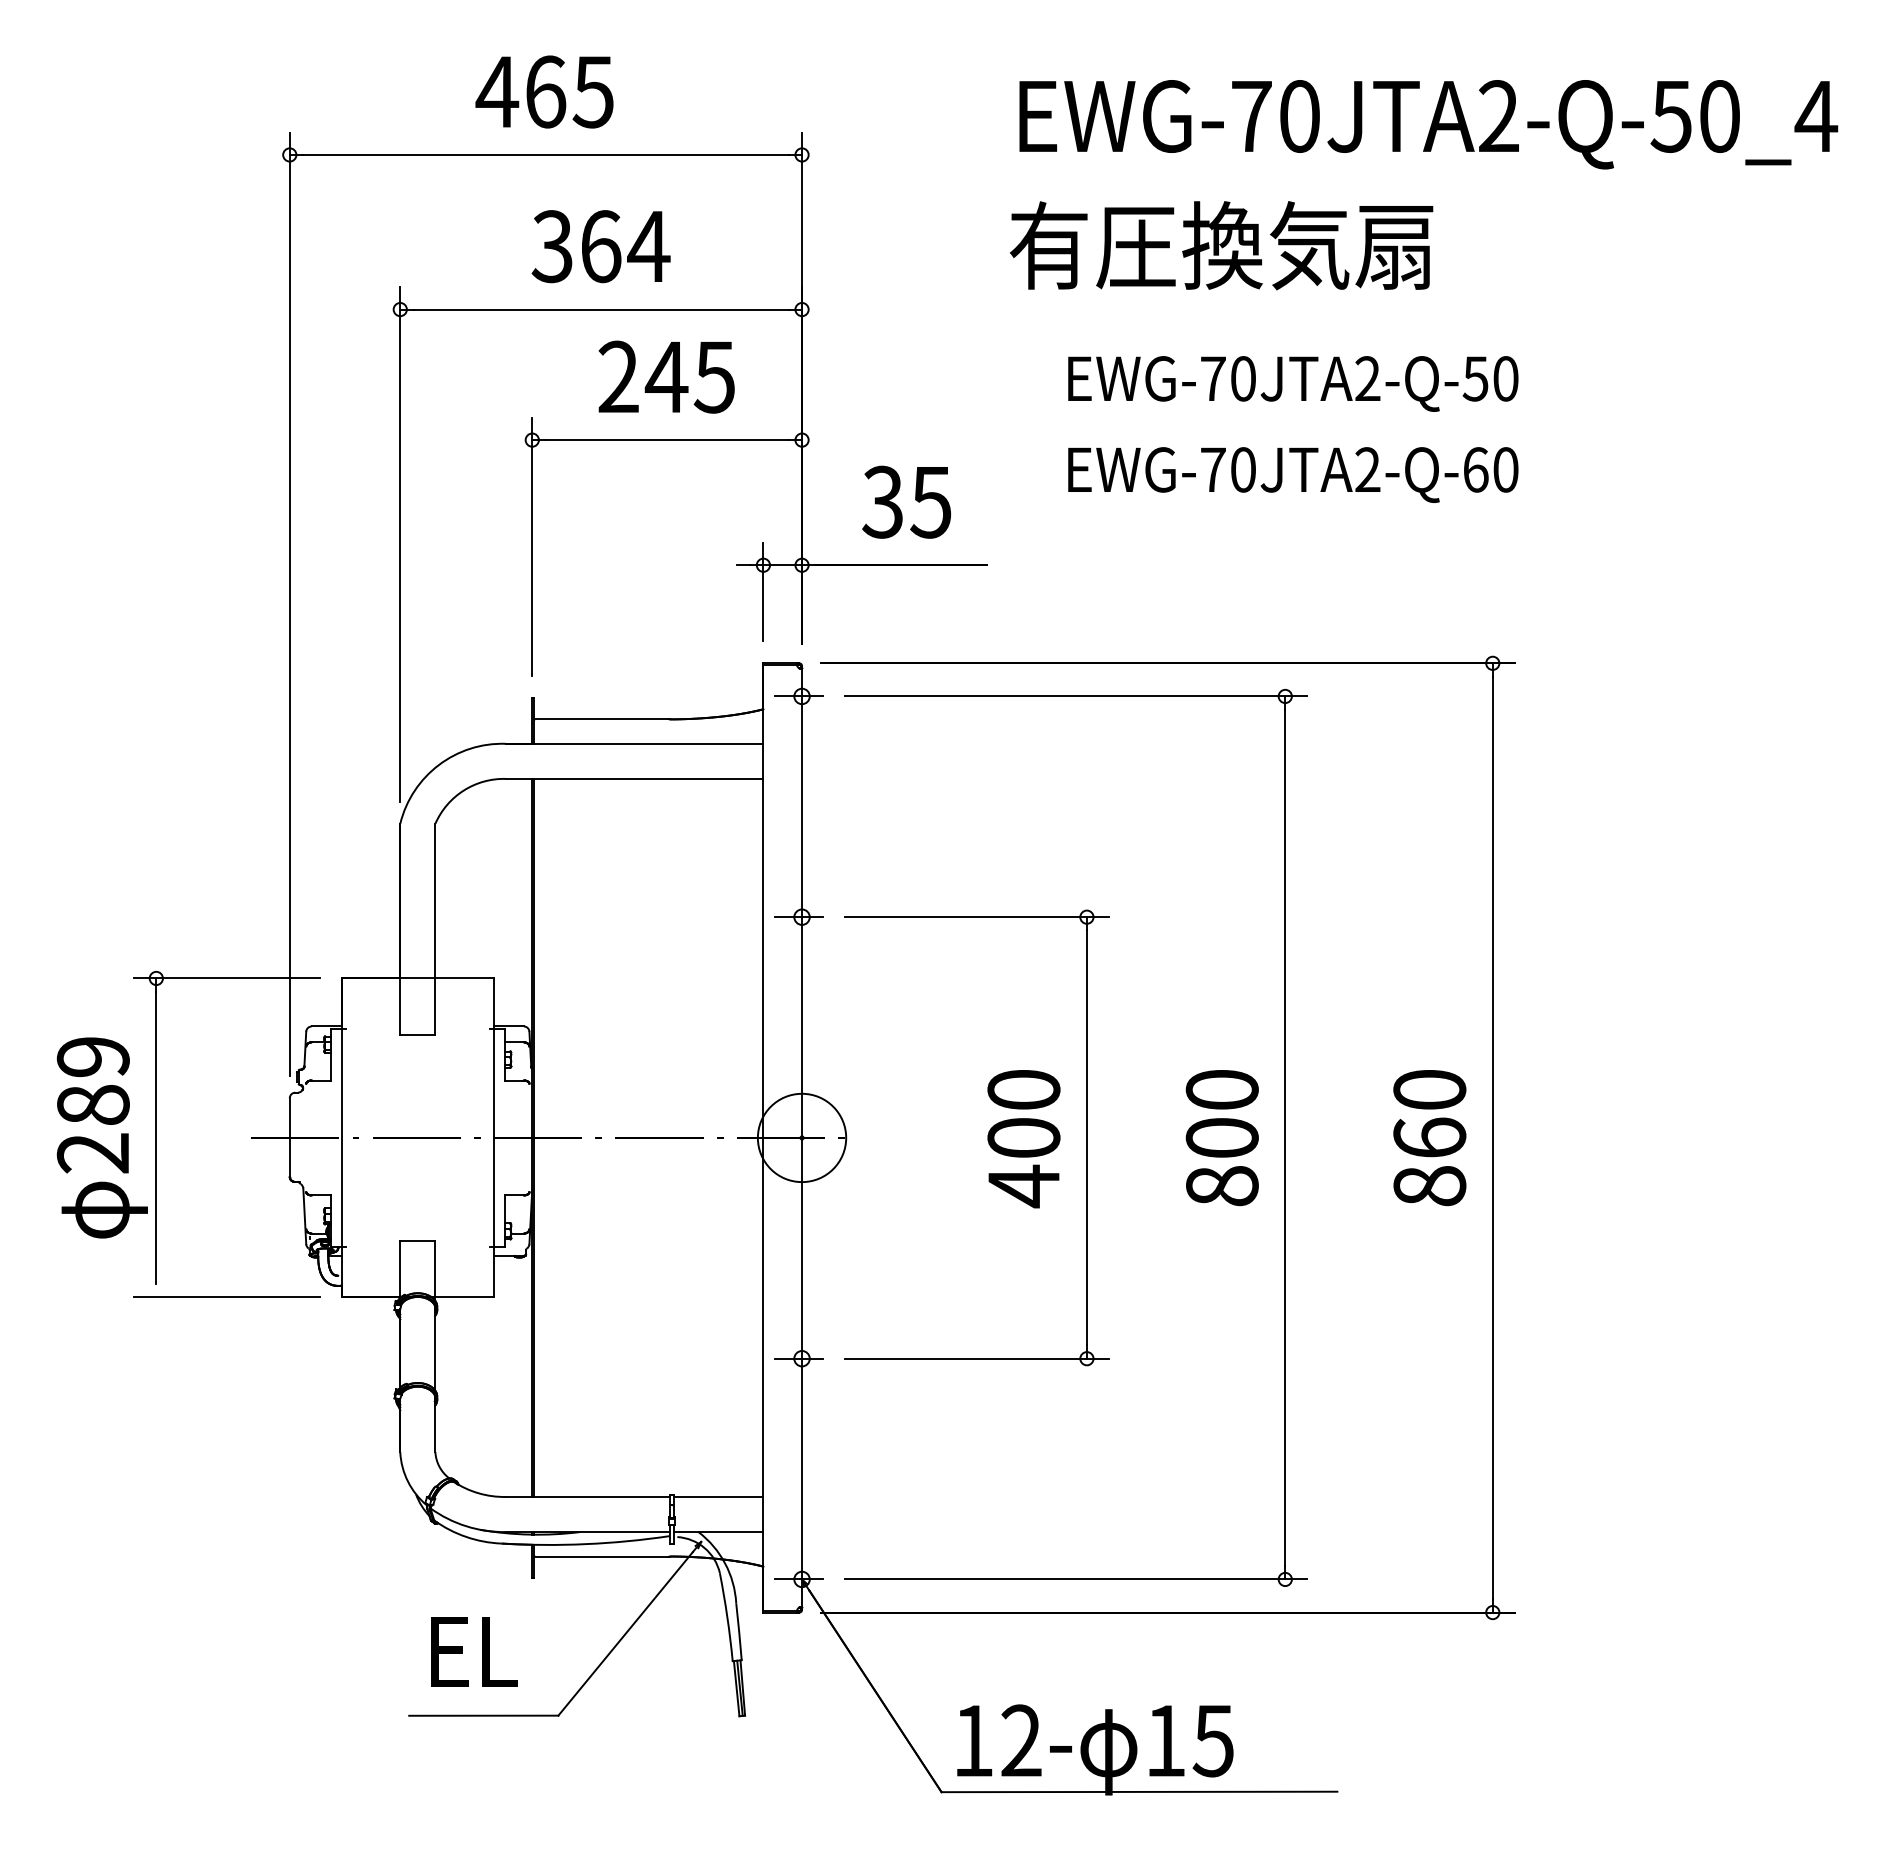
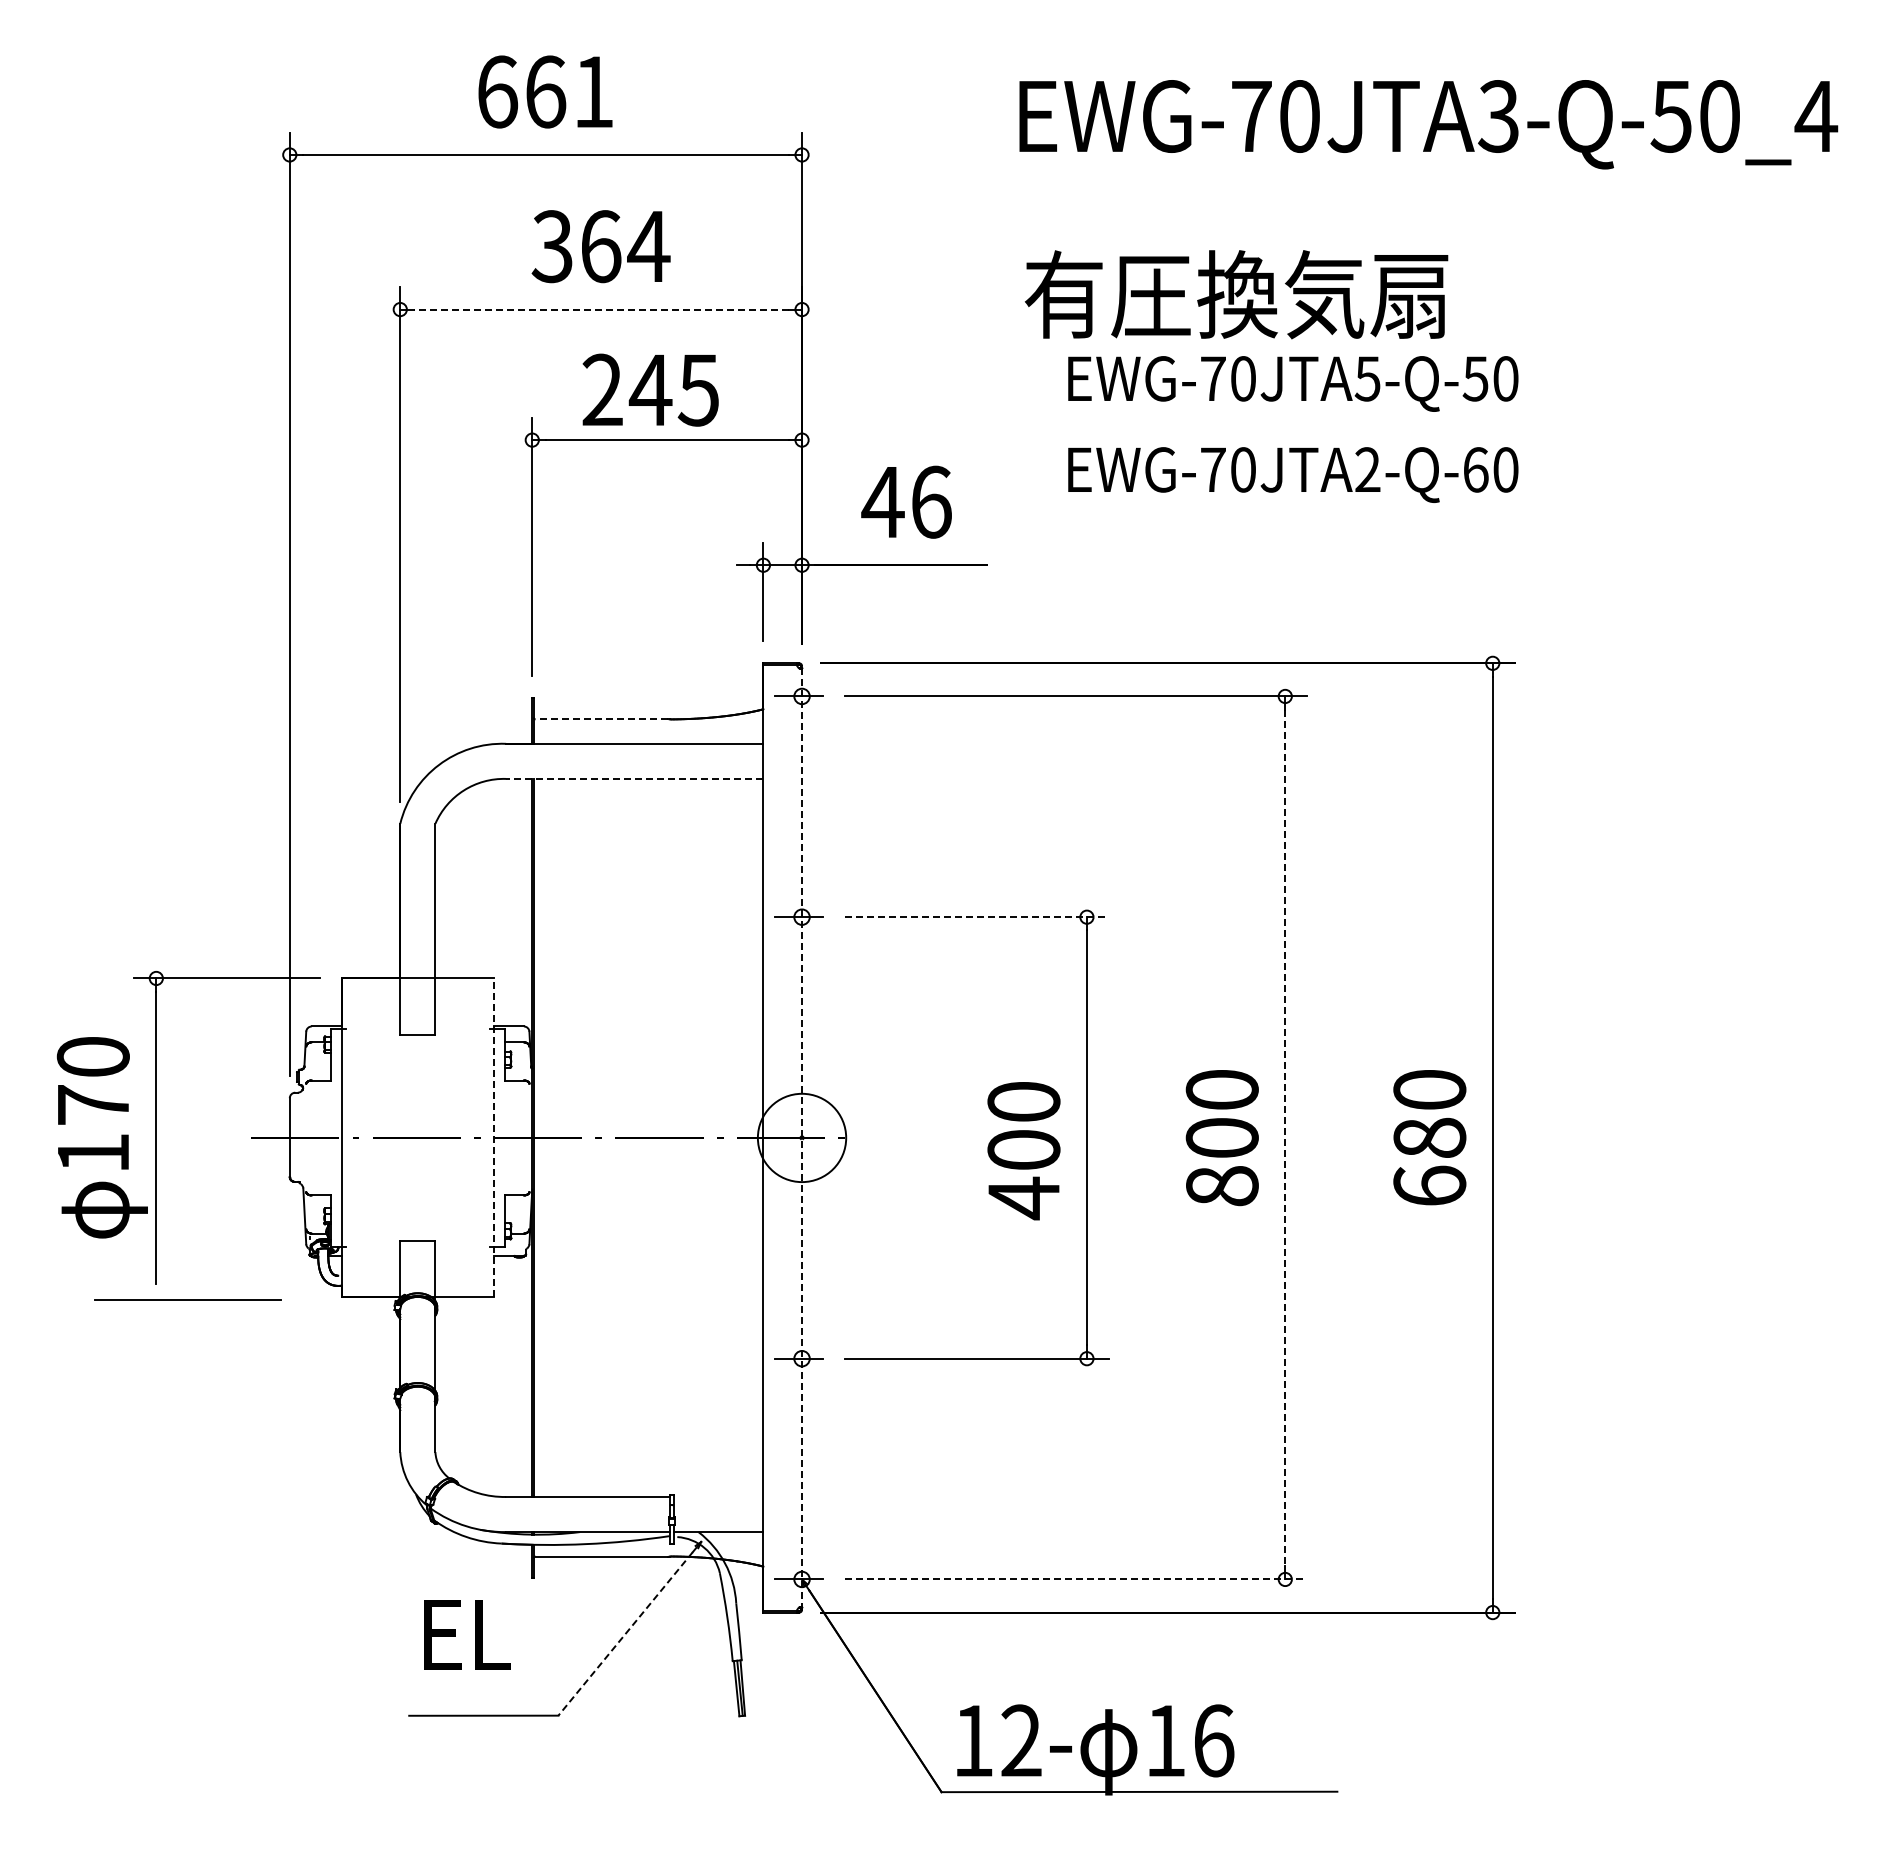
text at (544, 91): 465 -> 661
text at (1498, 116): EWG-70JTA2-Q-50_4 -> EWG-70JTA3-Q-50_4
text at (1221, 245) position: (1221, 245) -> (1236, 294)
line at (601, 309): solid -> dashed
text at (666, 376) position: (666, 376) -> (650, 389)
text at (1367, 378): EWG-70JTA2-Q-50 -> EWG-70JTA5-Q-50
text at (906, 501): 35 -> 46
line at (601, 719): solid -> dashed
line at (634, 778): solid -> dashed
line at (977, 917): solid -> dashed
text at (92, 1105): 289 -> 170
line at (493, 1137): solid -> dashed
line at (802, 1137): solid -> dashed
line at (1285, 1138): solid -> dashed
text at (1023, 1139) position: (1023, 1139) -> (1023, 1151)
text at (1429, 1161): 860 -> 680
line at (226, 1296) position: (226, 1296) -> (187, 1299)
line at (718, 1496): present -> none
line at (1076, 1579): solid -> dashed
line at (625, 1633): solid -> dashed
text at (474, 1651) position: (474, 1651) -> (467, 1634)
text at (1213, 1740): 15 -> 16
